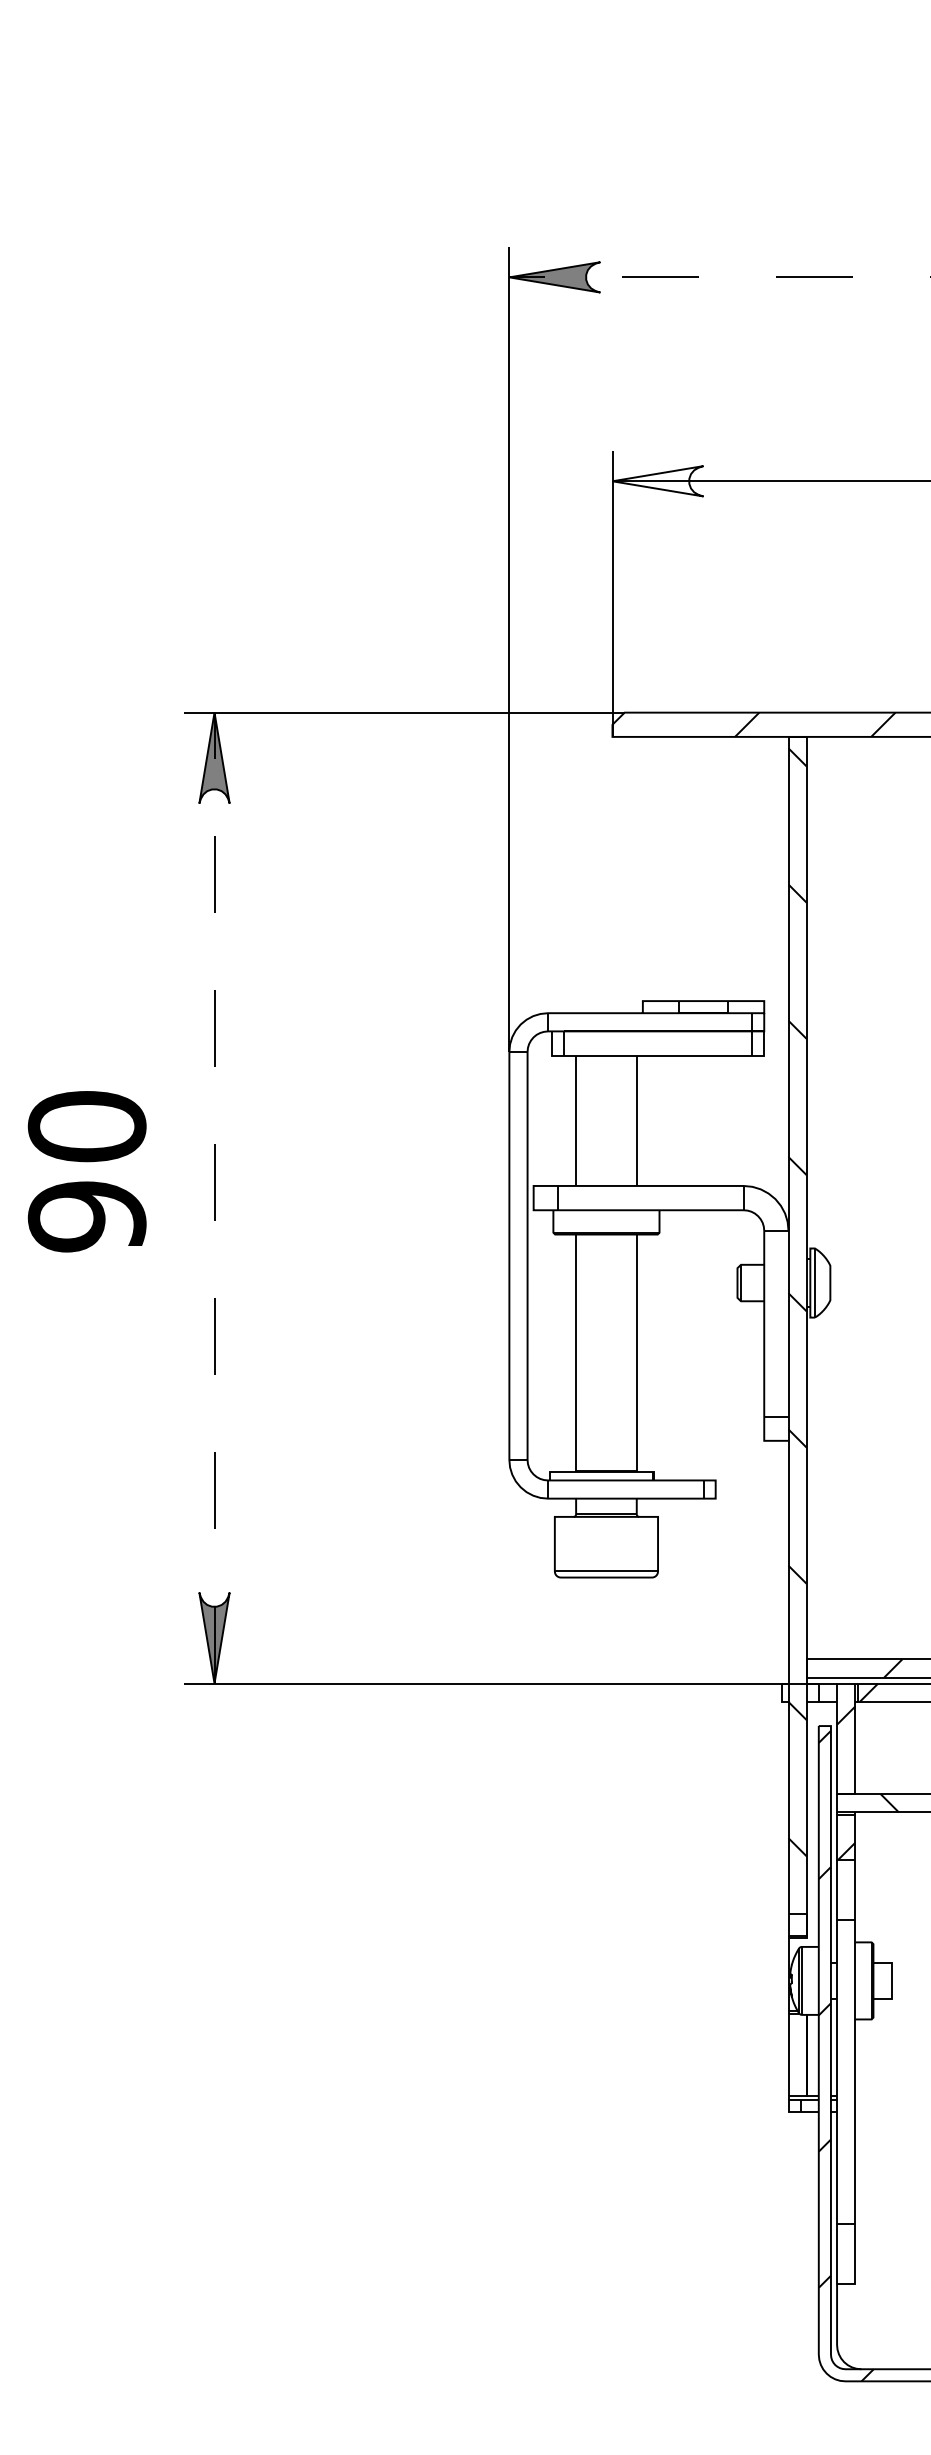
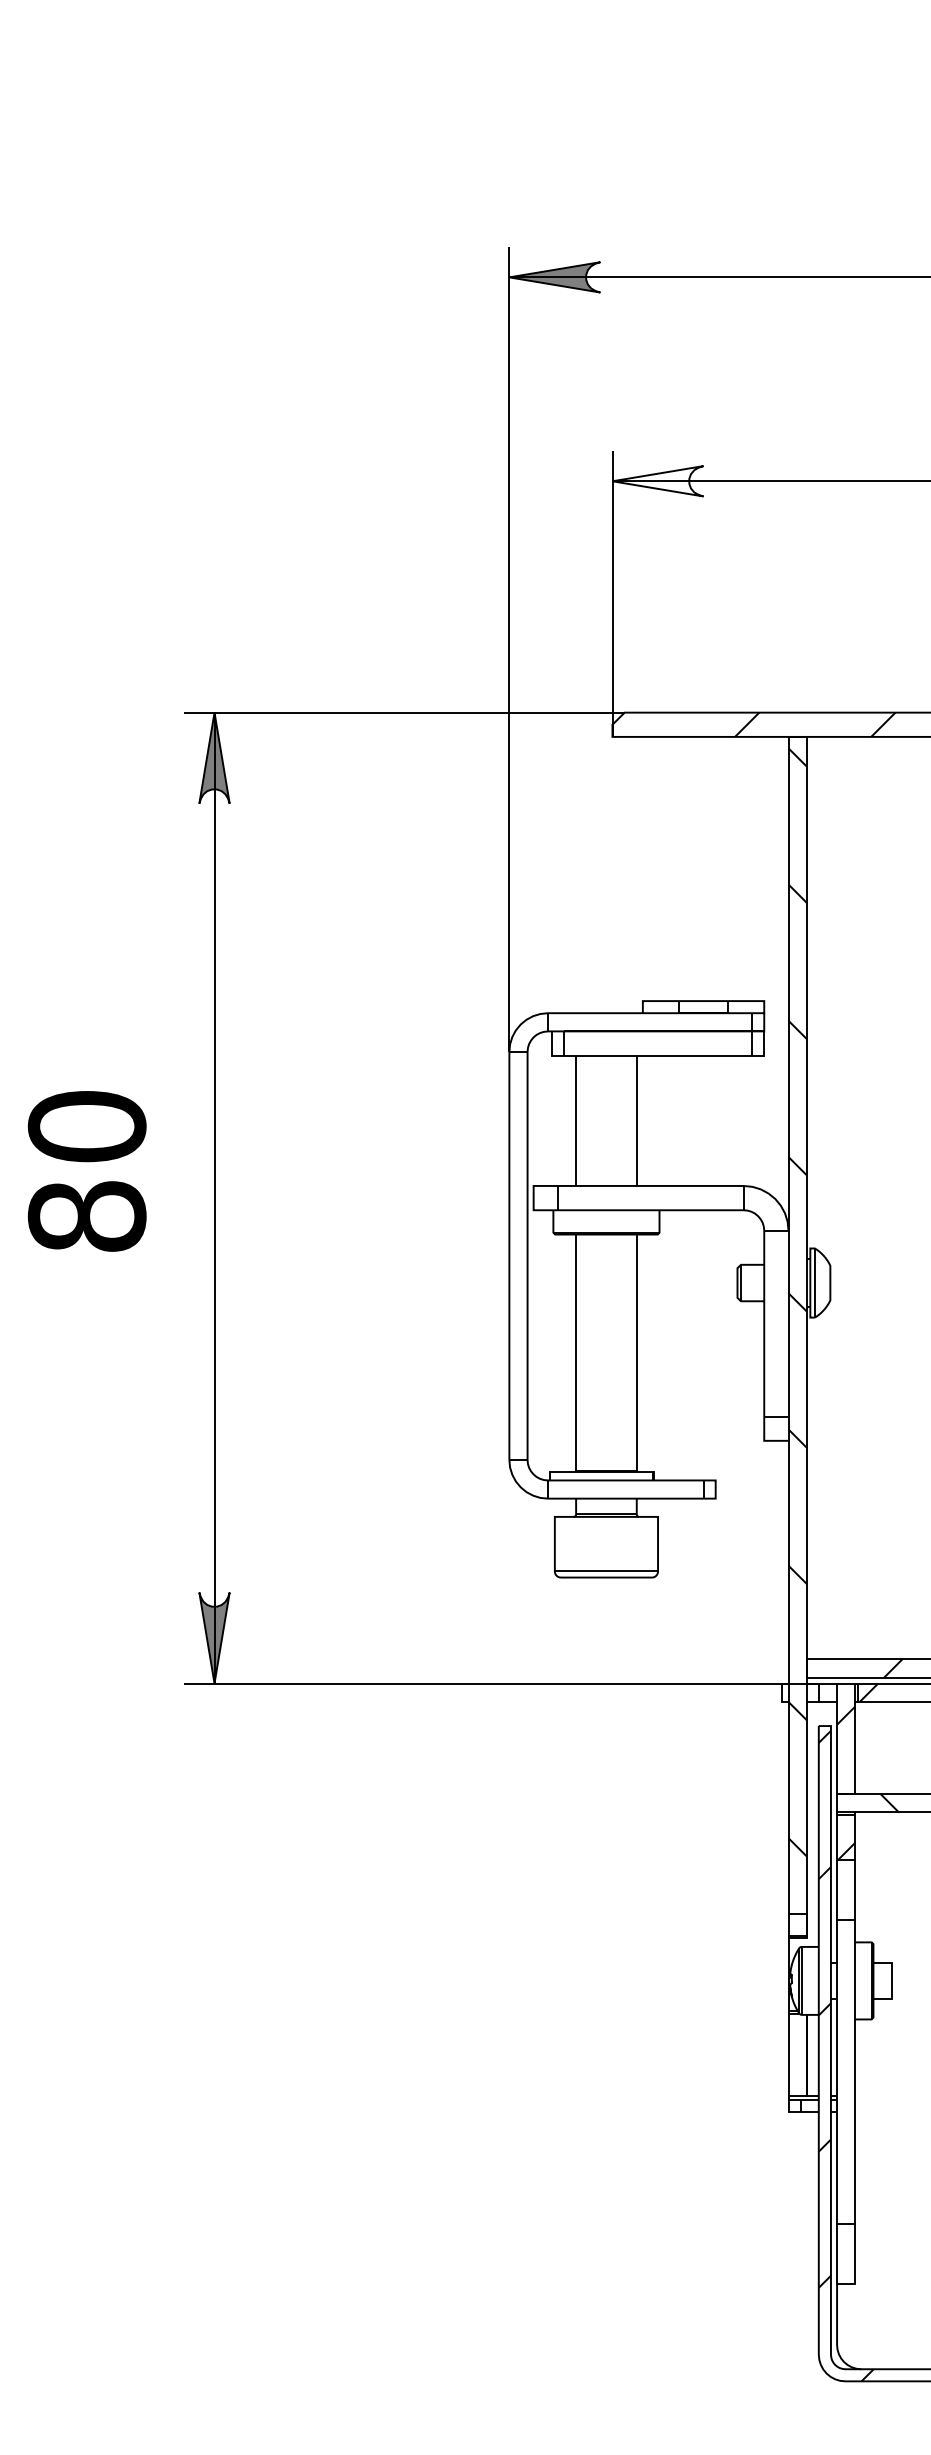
line at (719, 277): dashed -> solid
line at (214, 1197): dashed -> solid
text at (87, 1216): 90 -> 80
